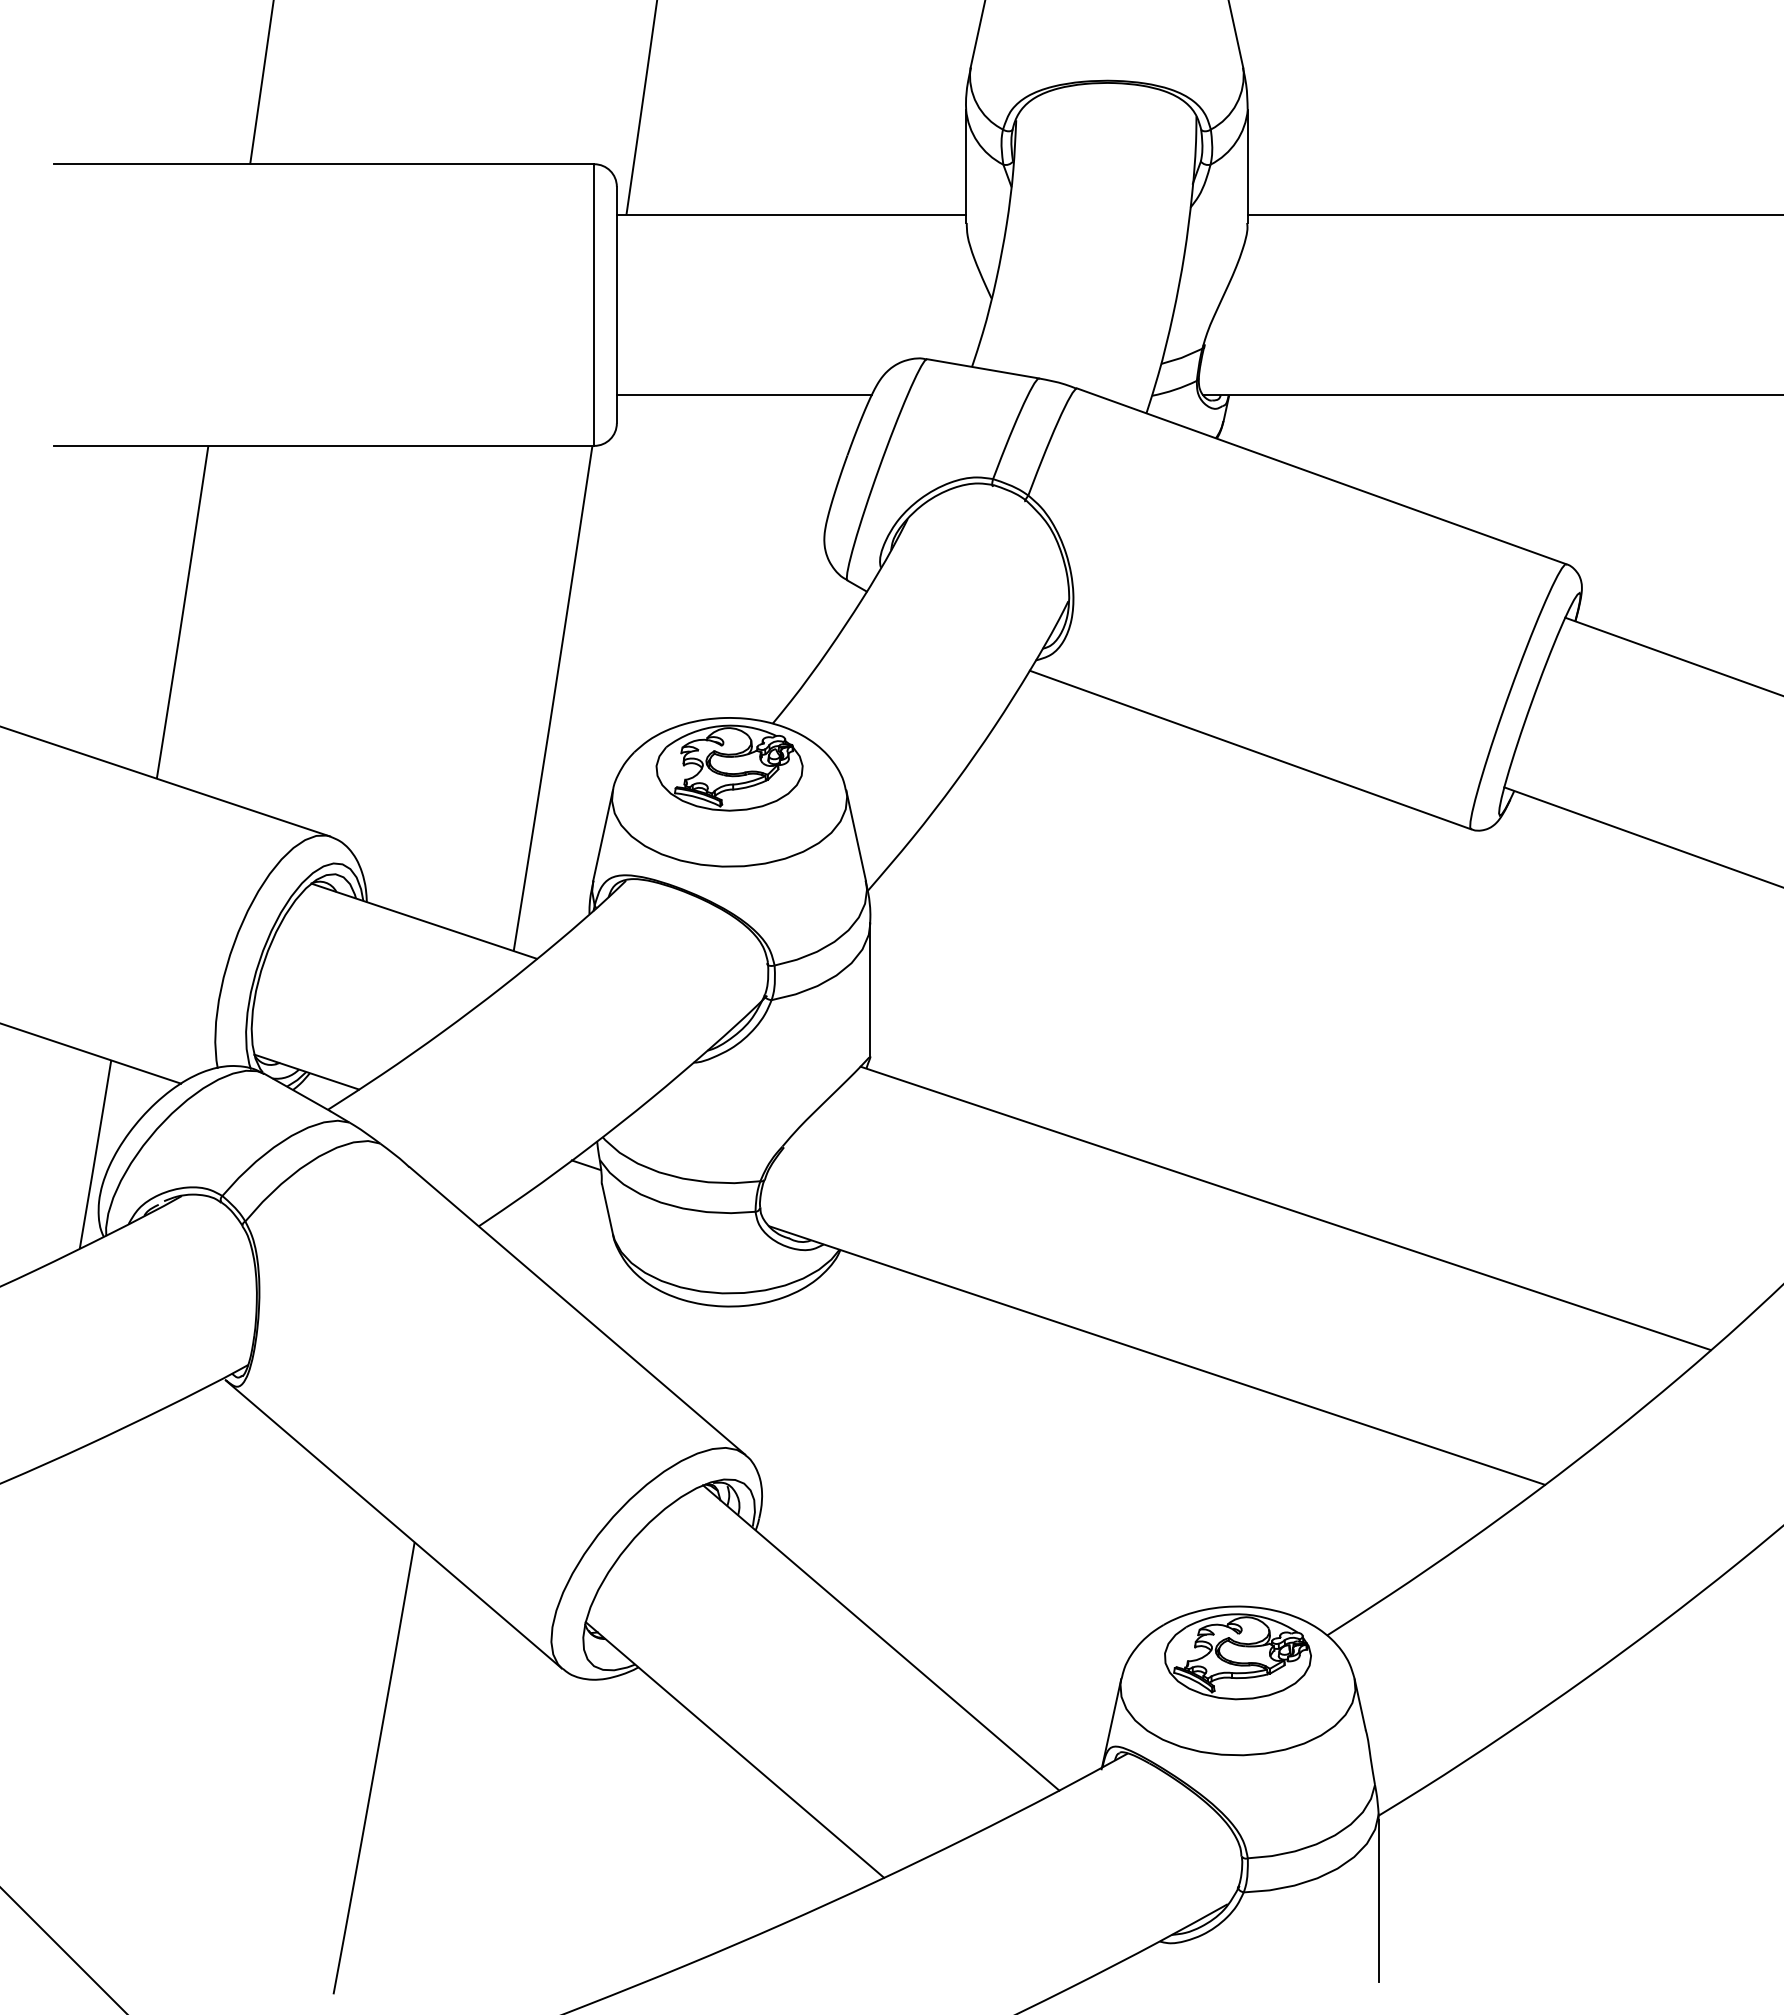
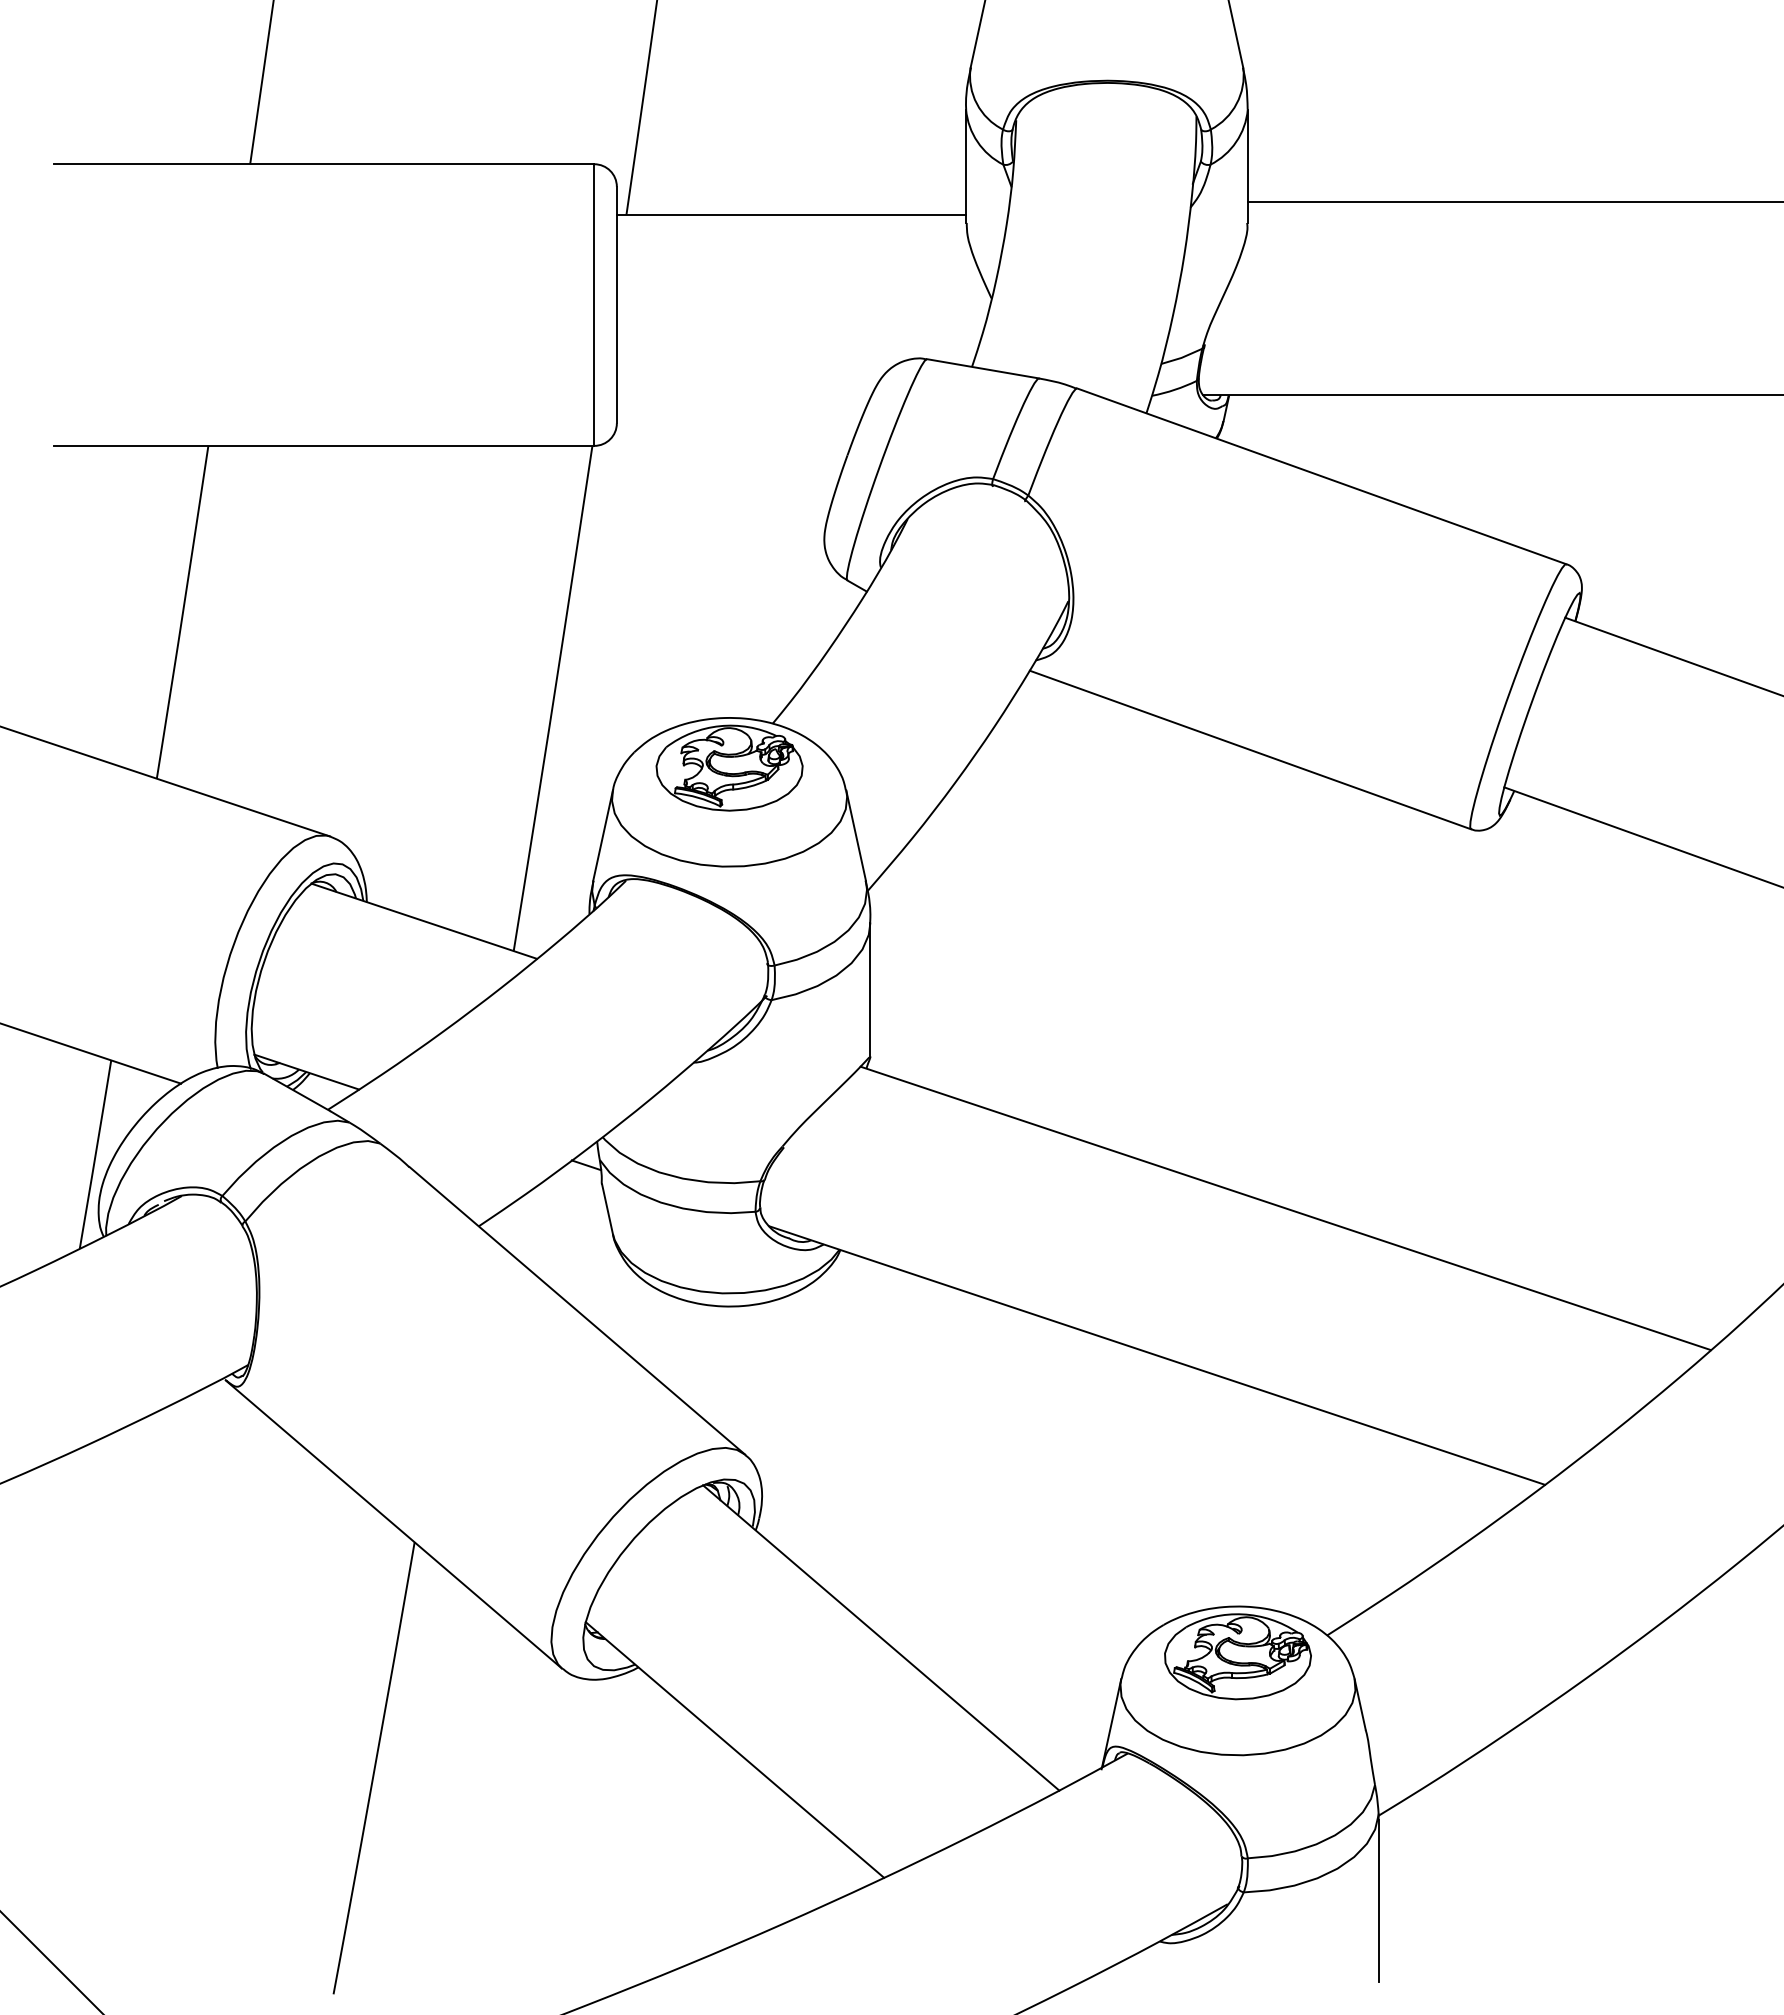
line at (1513, 214) position: (1513, 214) -> (1513, 201)
line at (743, 395): present -> none
line at (63, 1950) position: (63, 1950) -> (51, 1962)
